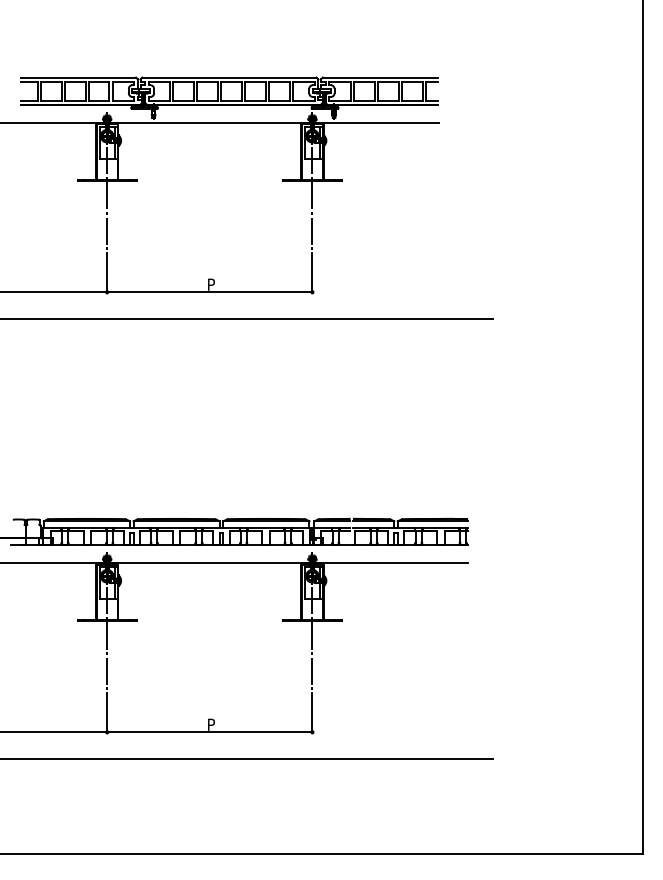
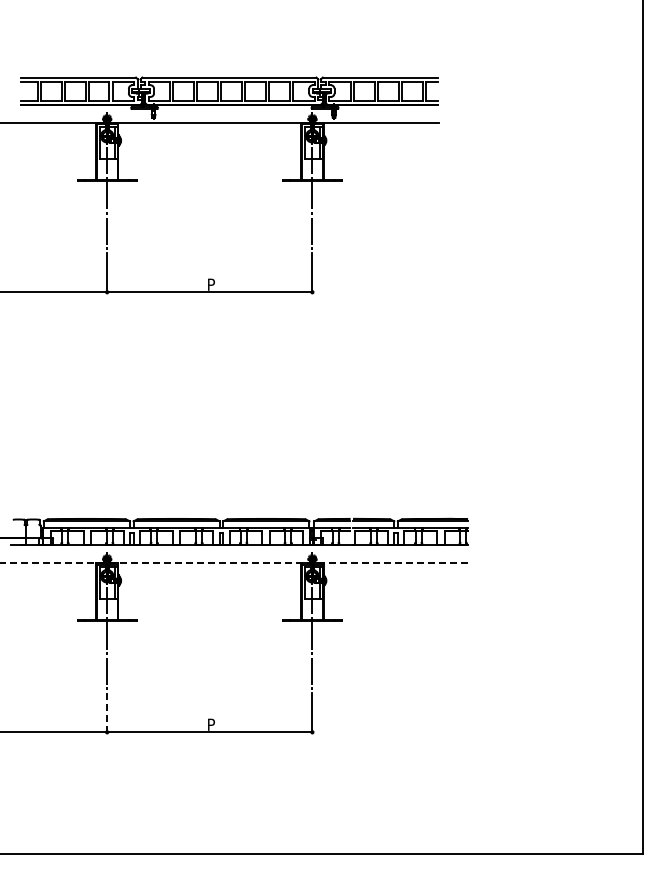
line at (247, 319): present -> none
line at (234, 562): solid -> dashed
line at (107, 713): solid -> dashed
line at (247, 759): present -> none
